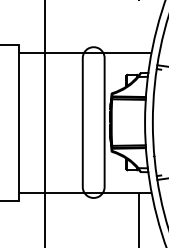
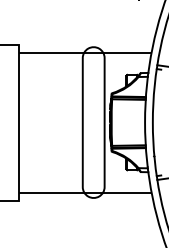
line at (45, 123): present -> none
line at (138, 218): present -> none
